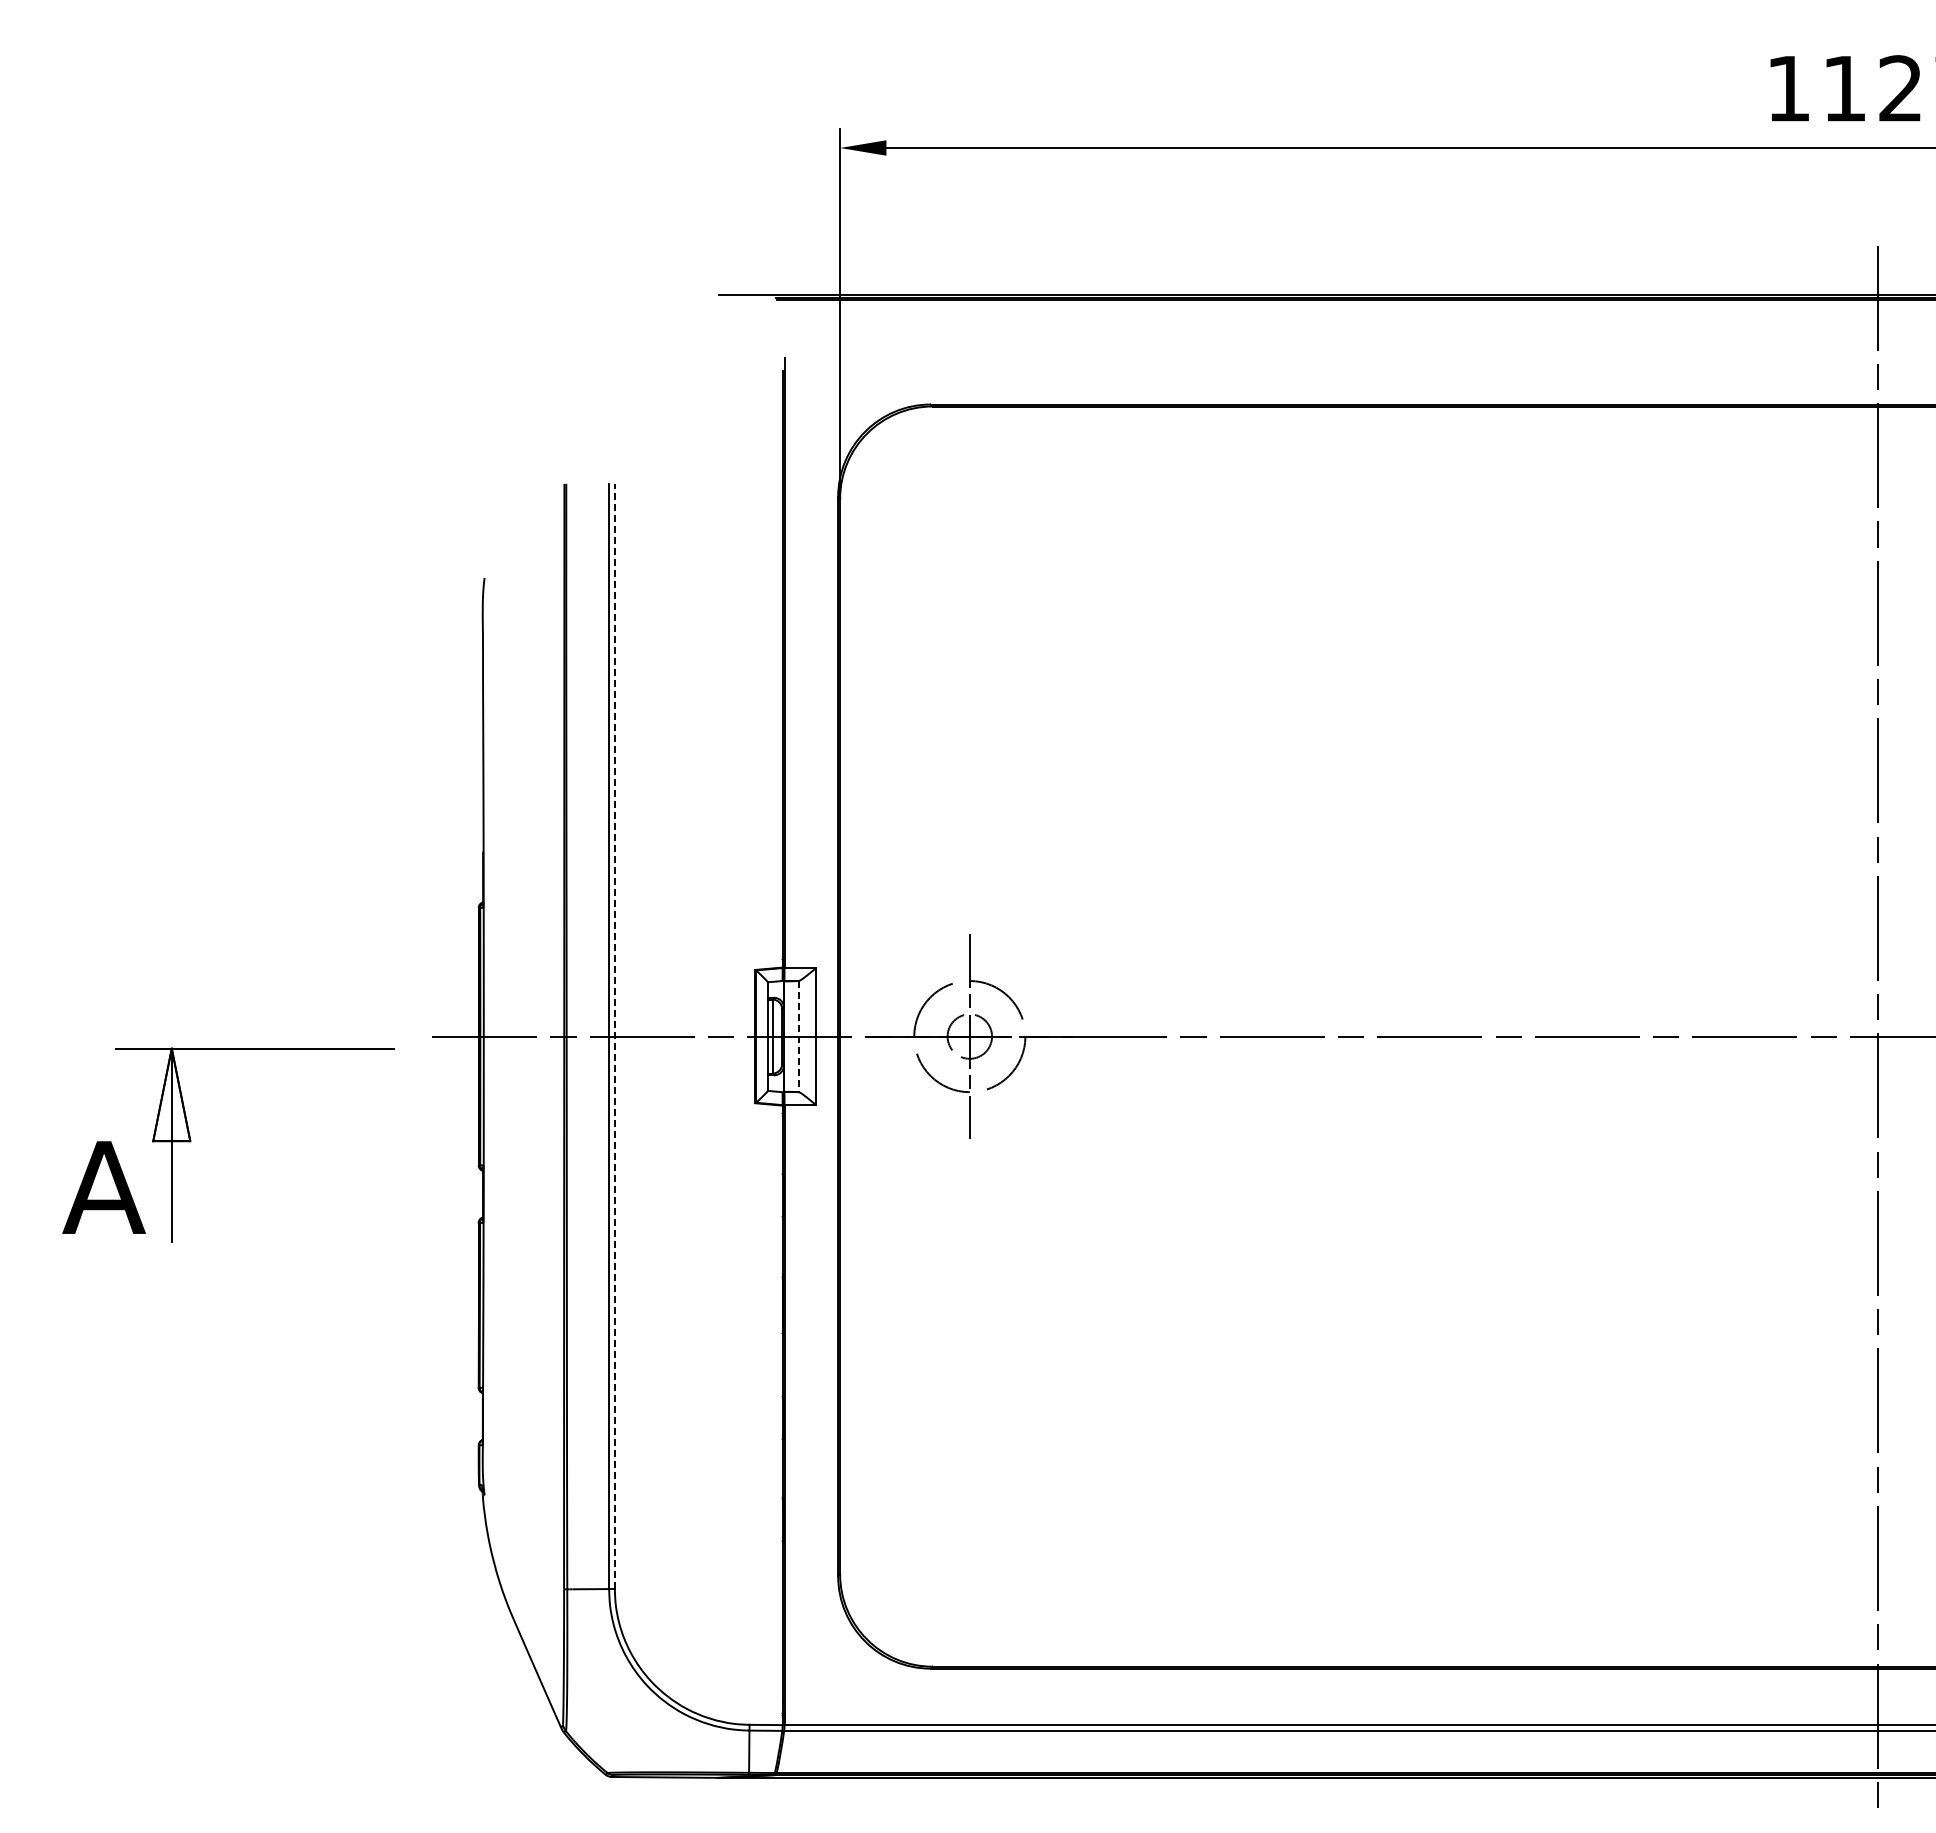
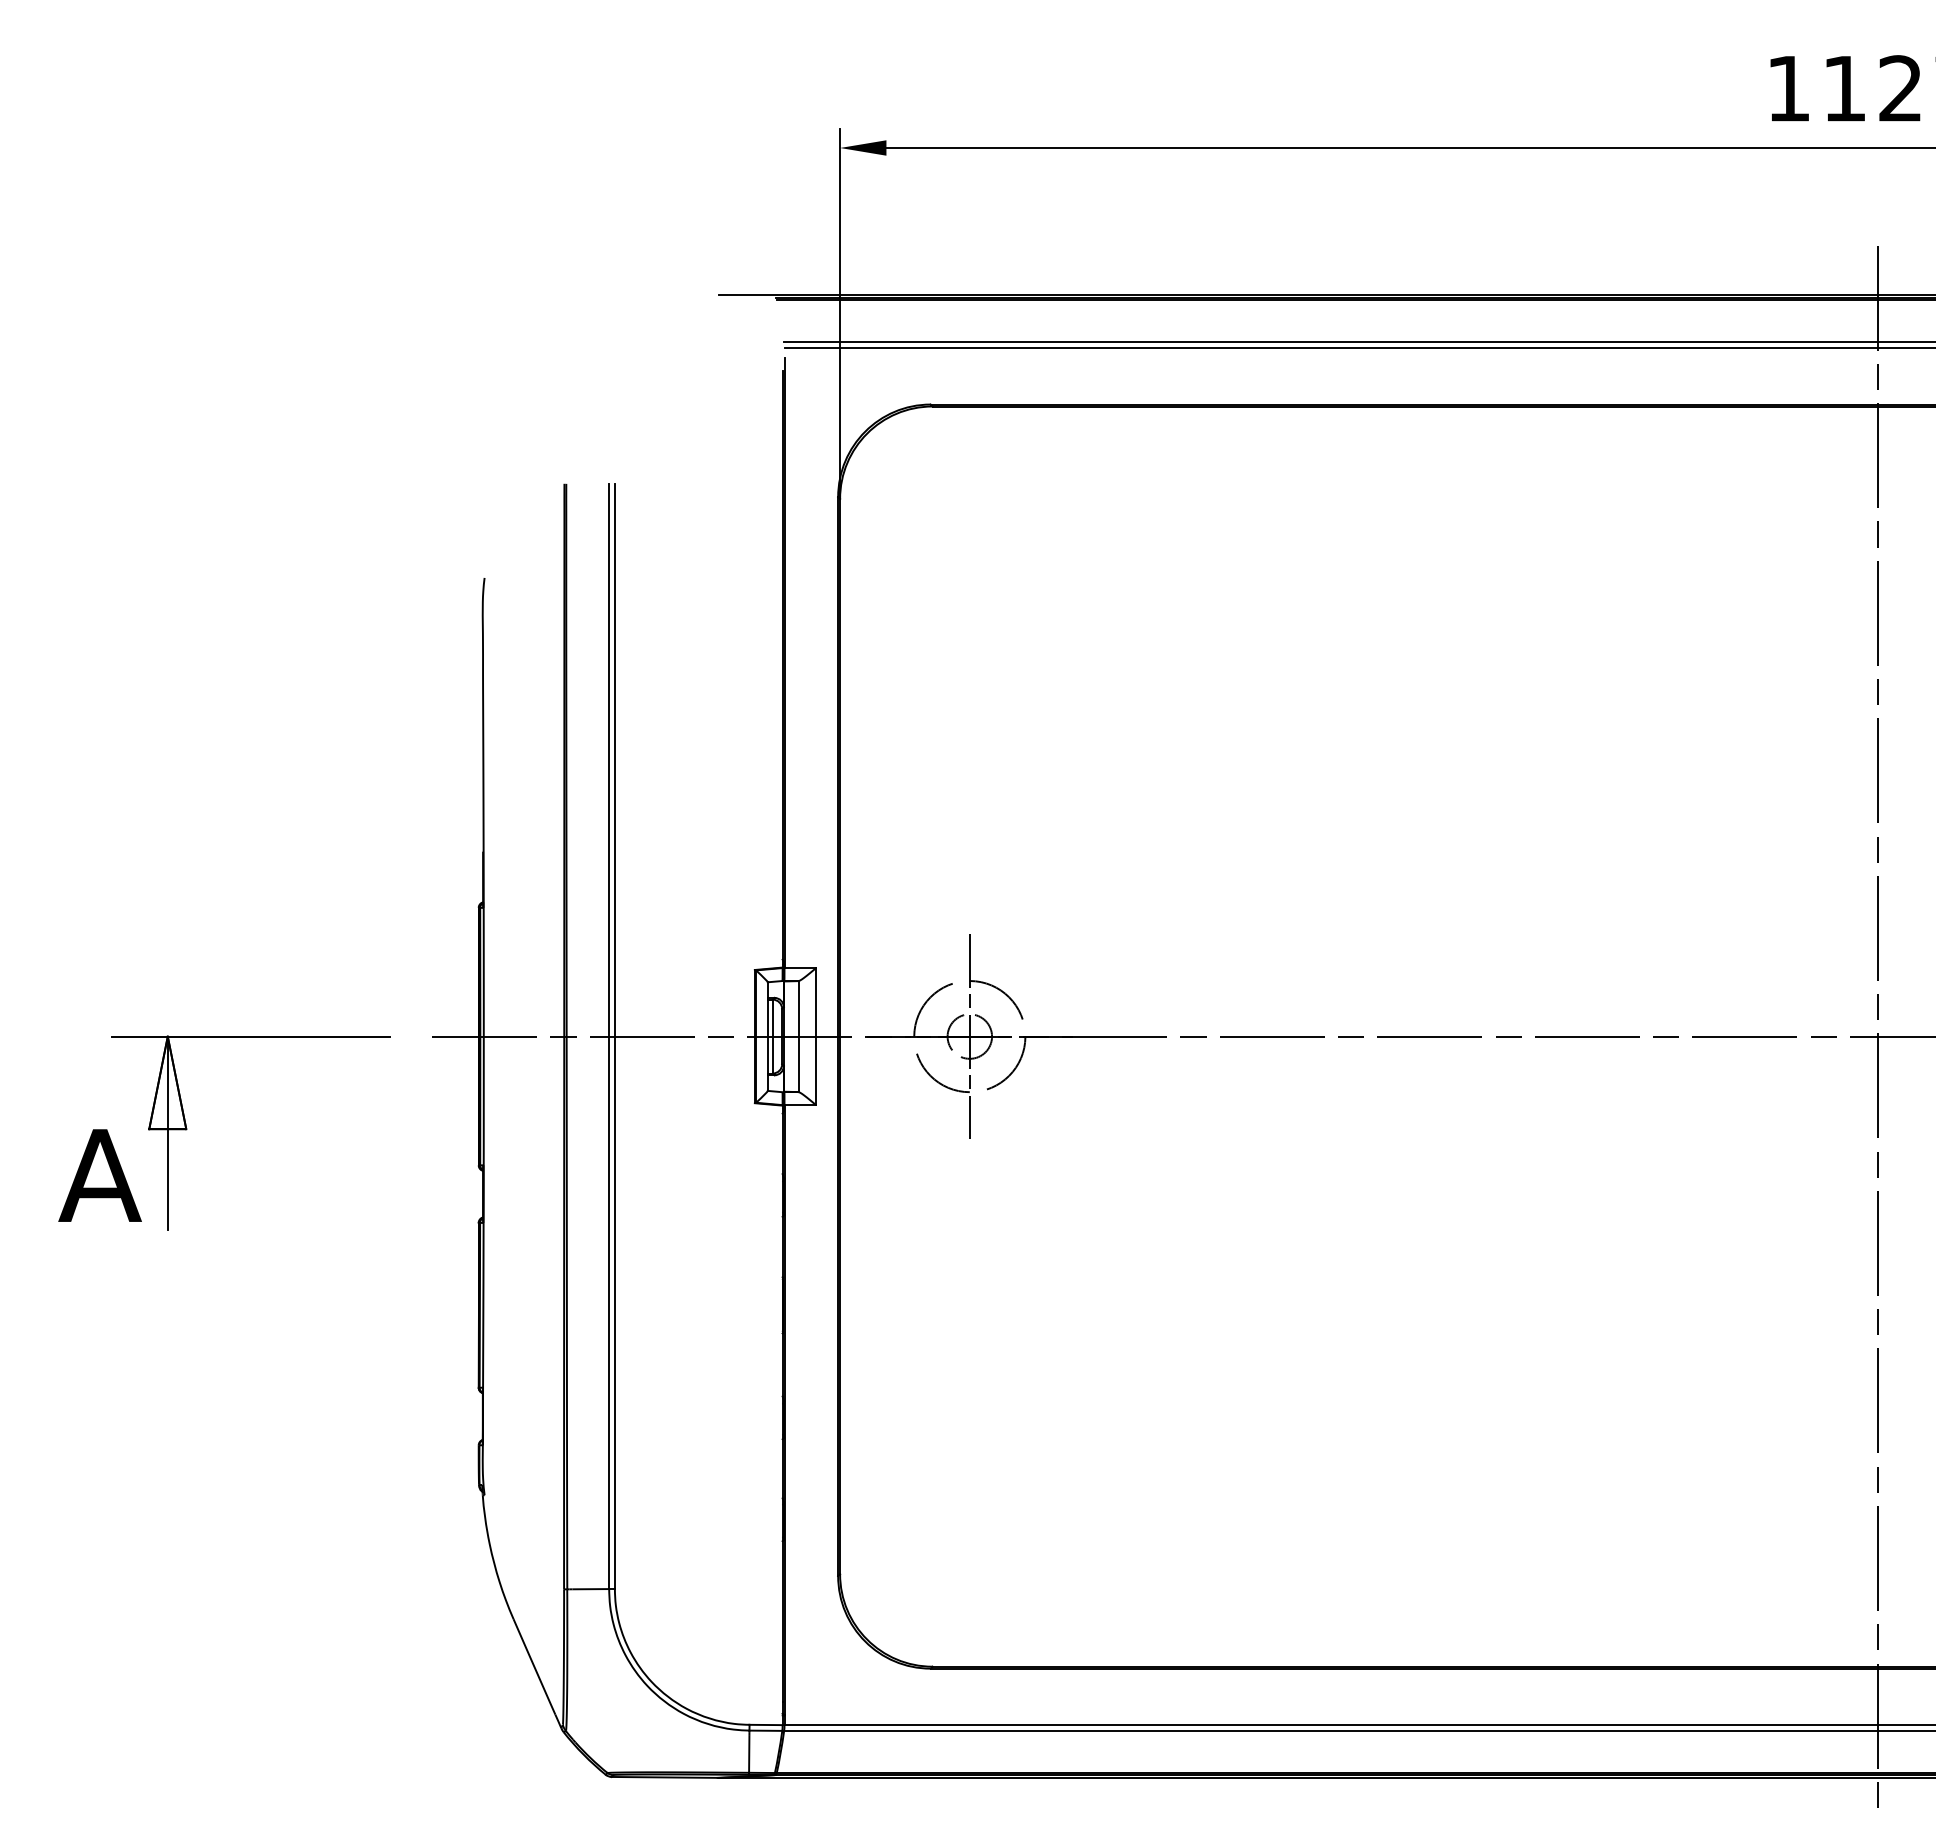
line at (1358, 342): none -> present
line at (1358, 348): none -> present
line at (614, 1036): dashed -> solid
line at (798, 1036): dashed -> solid
part at (191, 1141) position: (191, 1141) -> (187, 1129)
